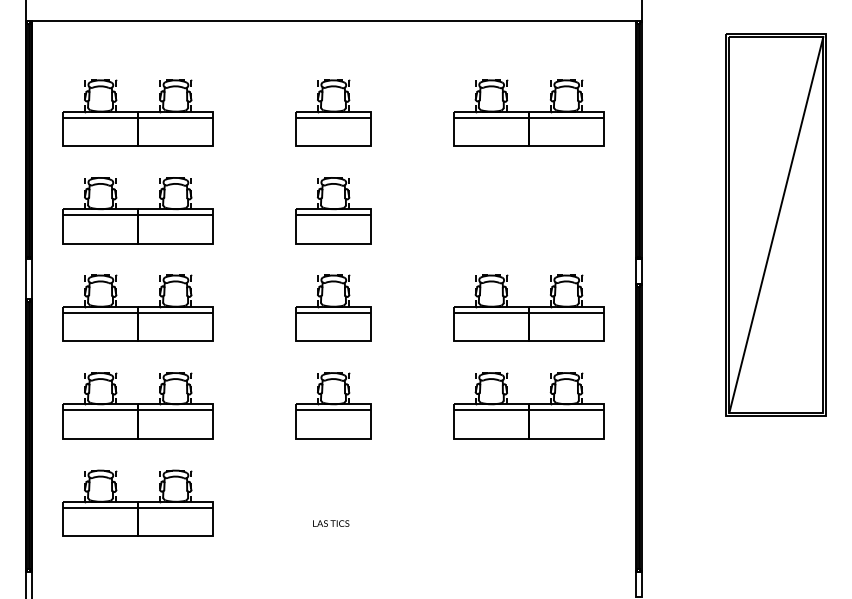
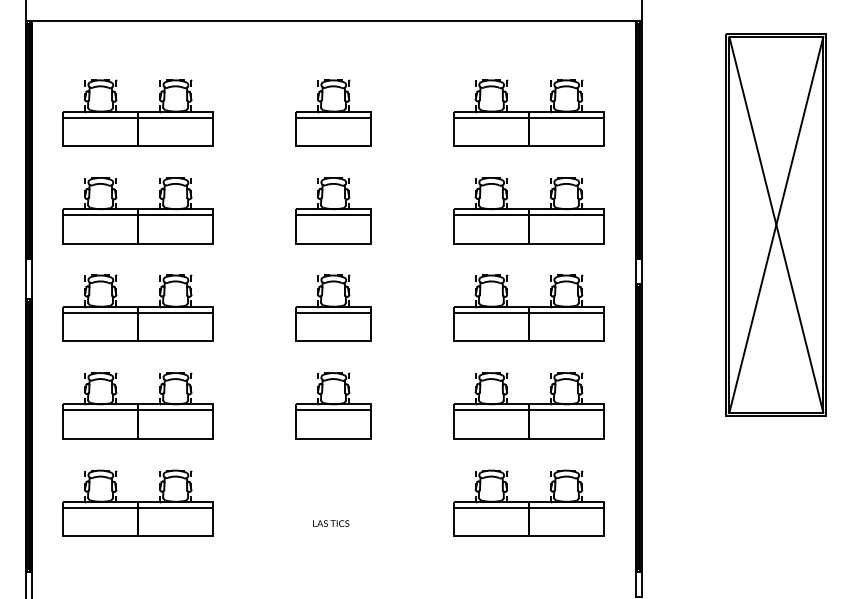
part at (528, 210): none -> present
line at (776, 224): none -> present
part at (528, 502): none -> present
